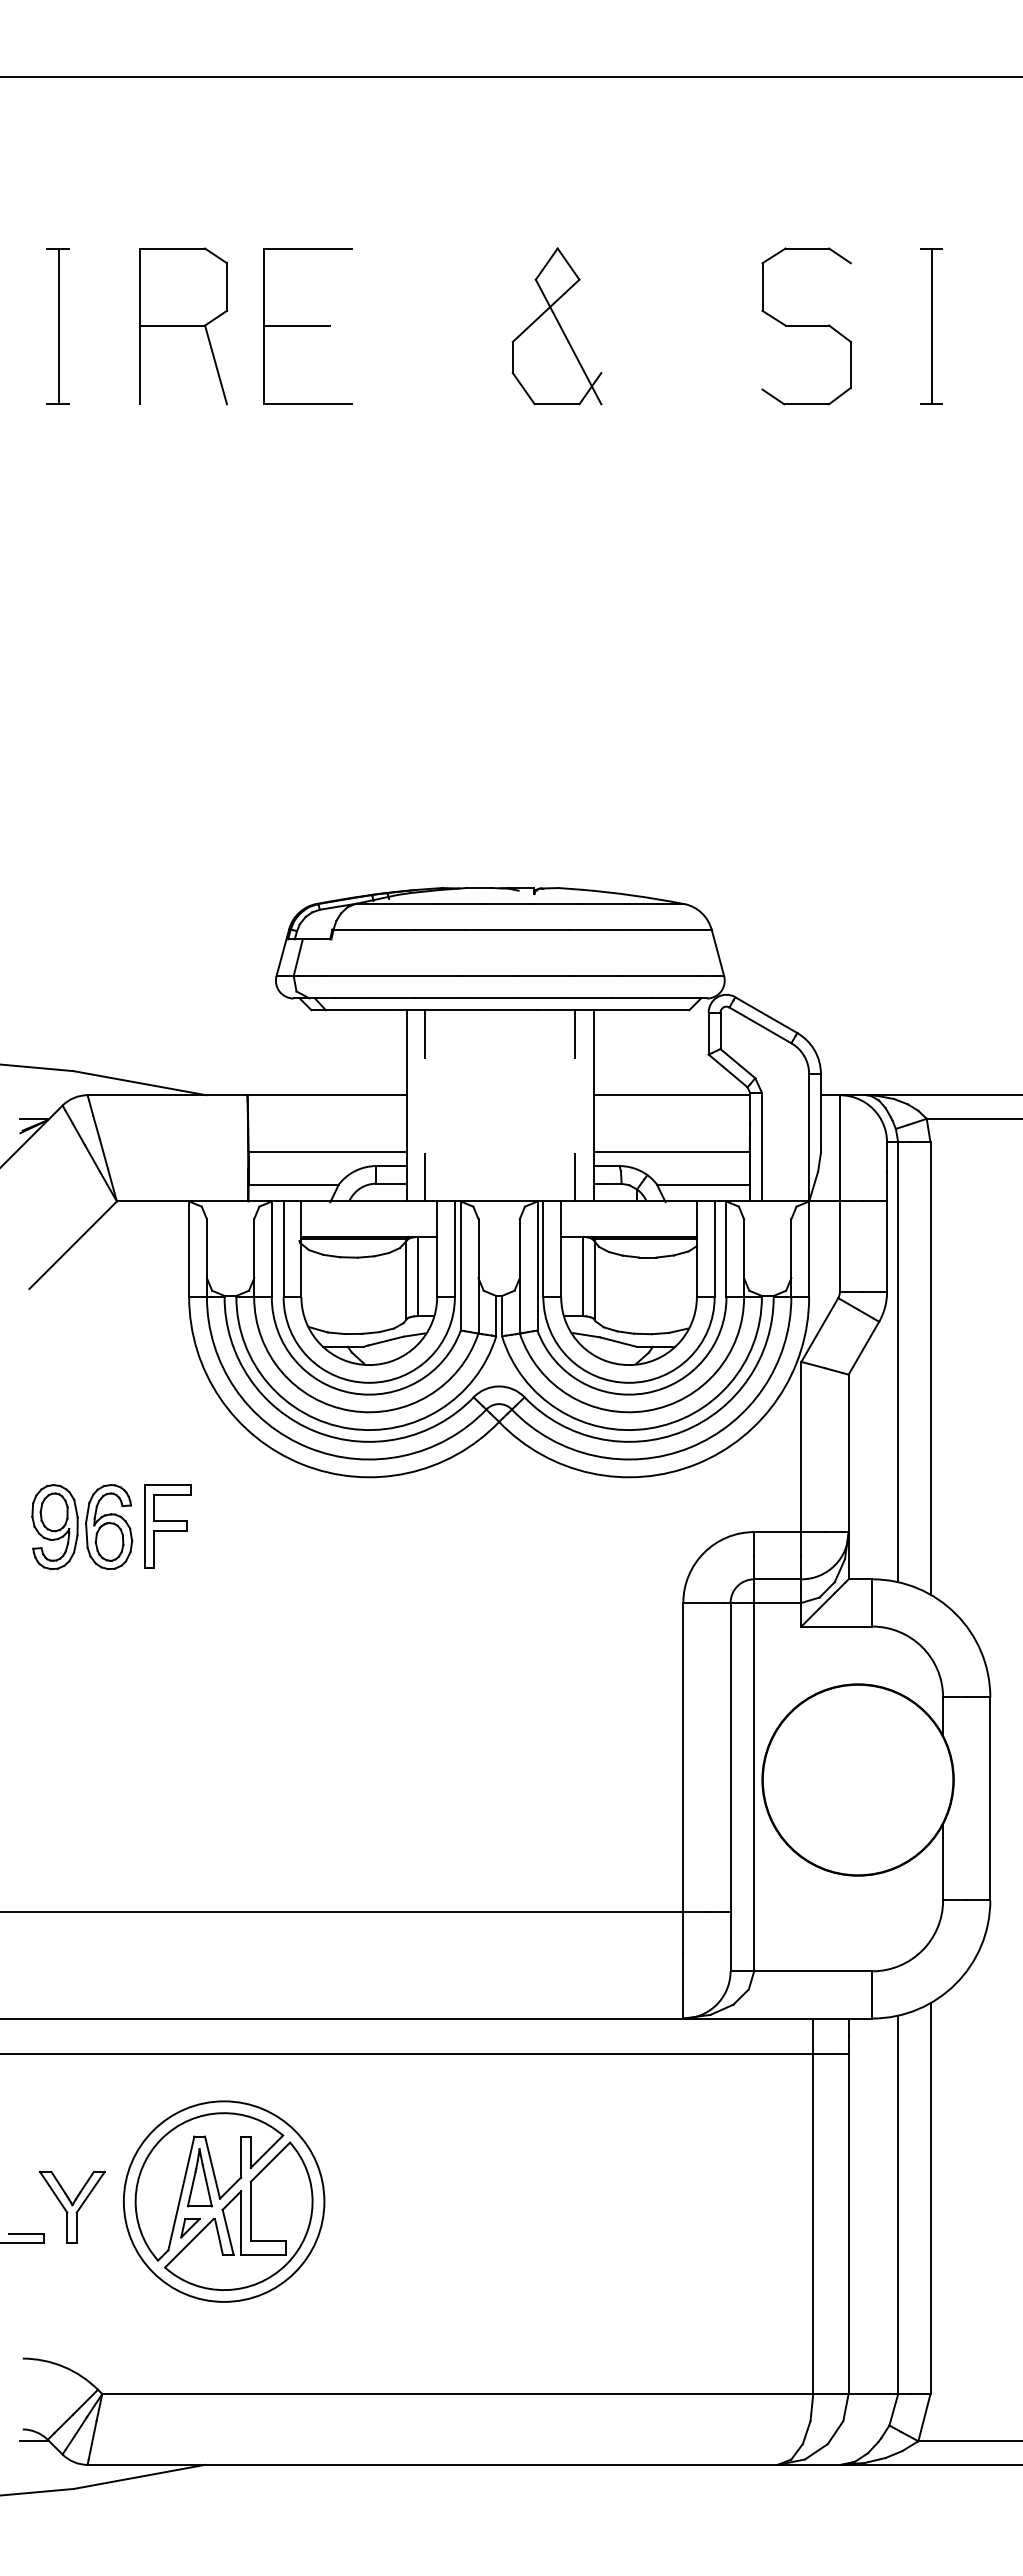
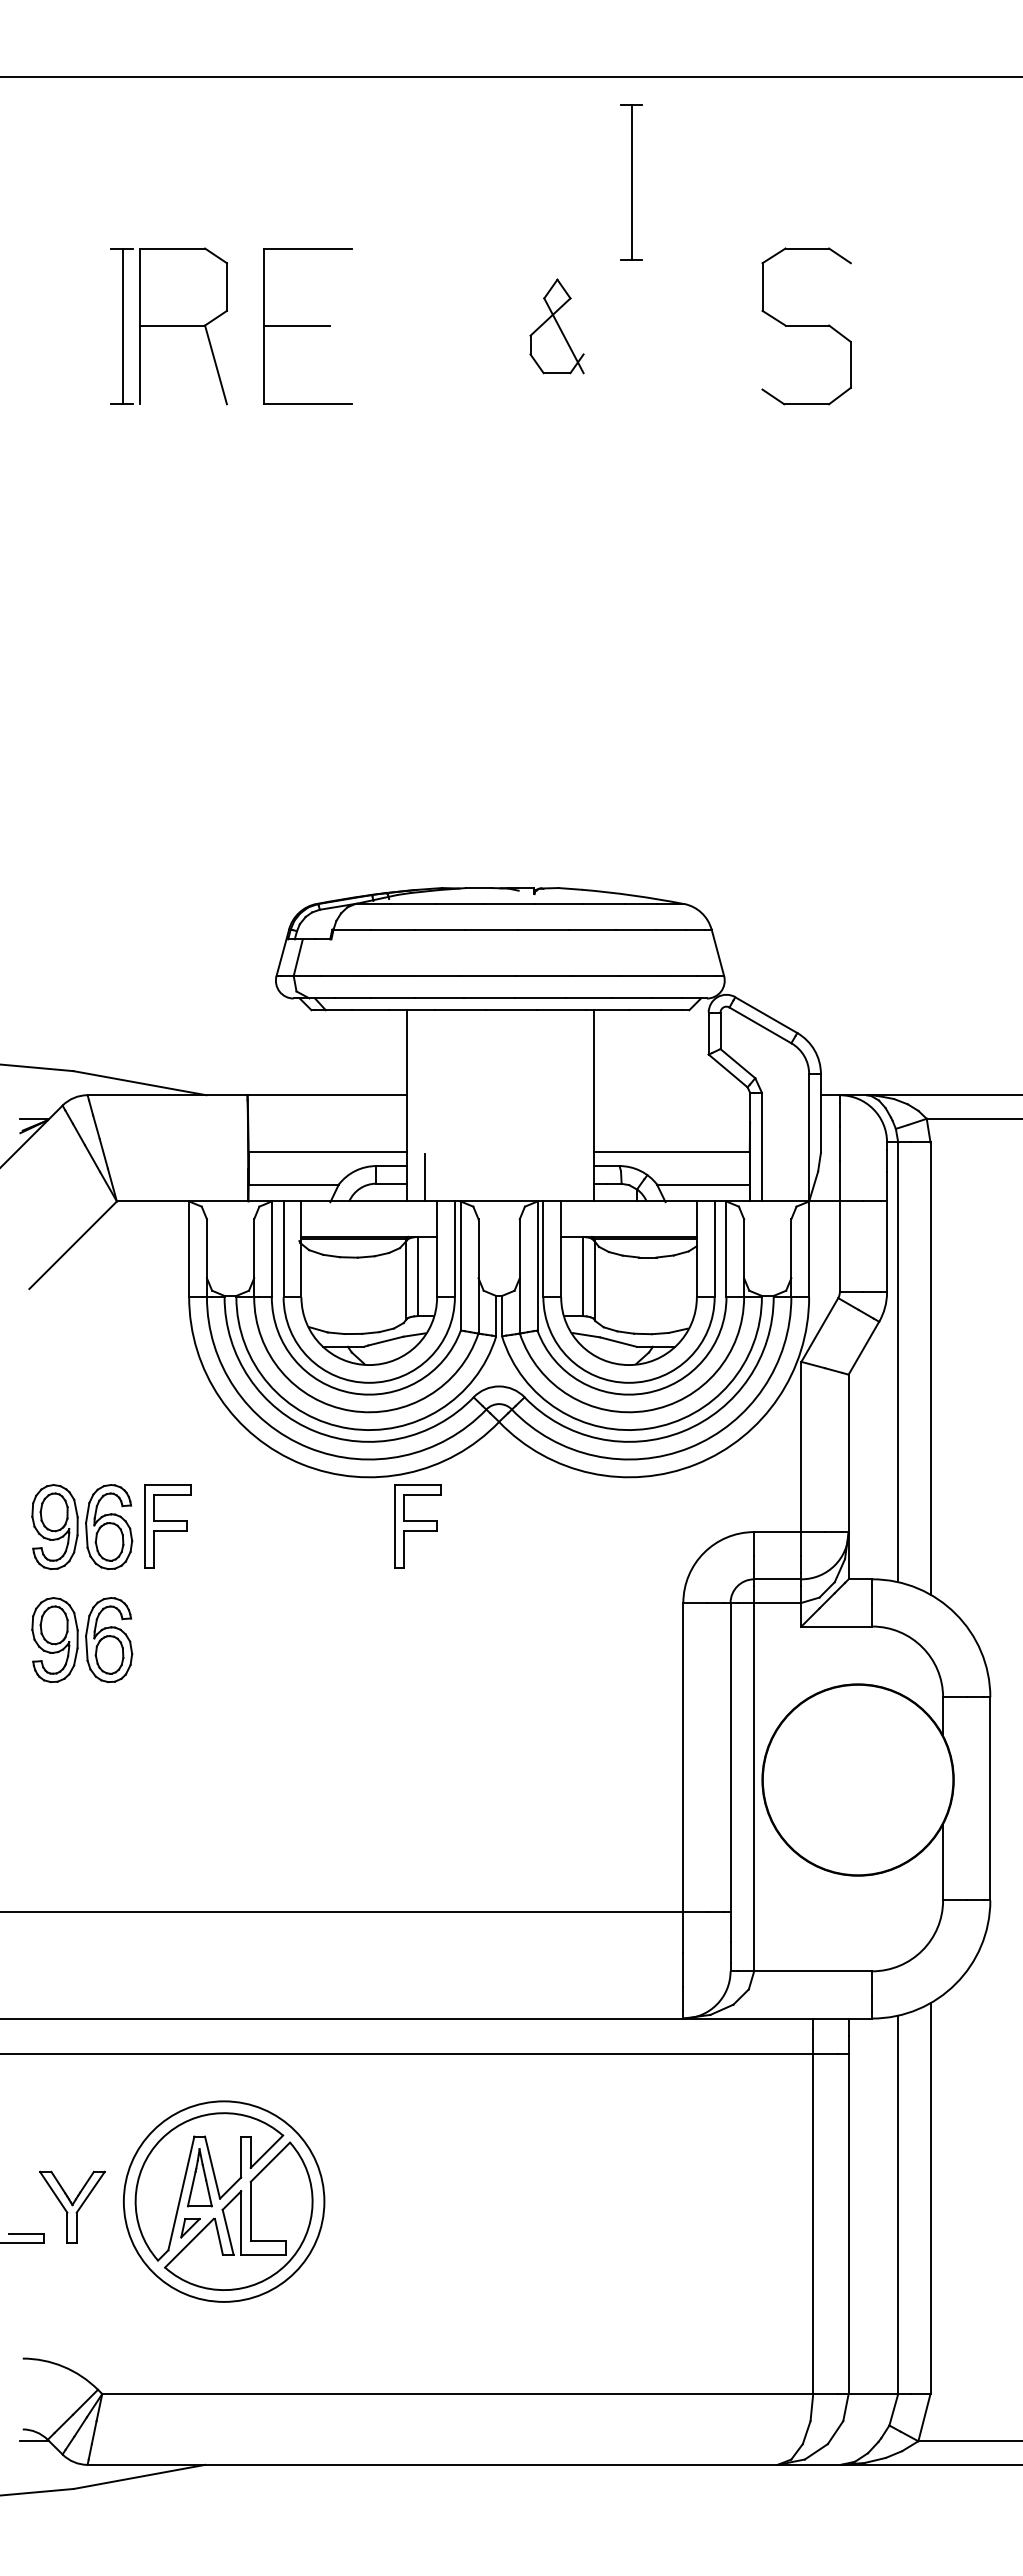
part at (57, 326) position: (57, 326) -> (121, 326)
part at (556, 326) size: 92x159 px -> 56x97 px
part at (931, 326) position: (931, 326) -> (631, 182)
line at (425, 1034): present -> none
line at (575, 1034): present -> none
line at (671, 1095): present -> none
line at (575, 1177): present -> none
part at (417, 1526): none -> present
part at (82, 1640): none -> present
